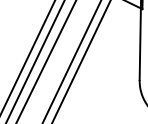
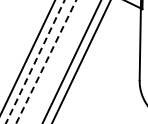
line at (46, 61): solid -> dashed
line at (35, 62): solid -> dashed
